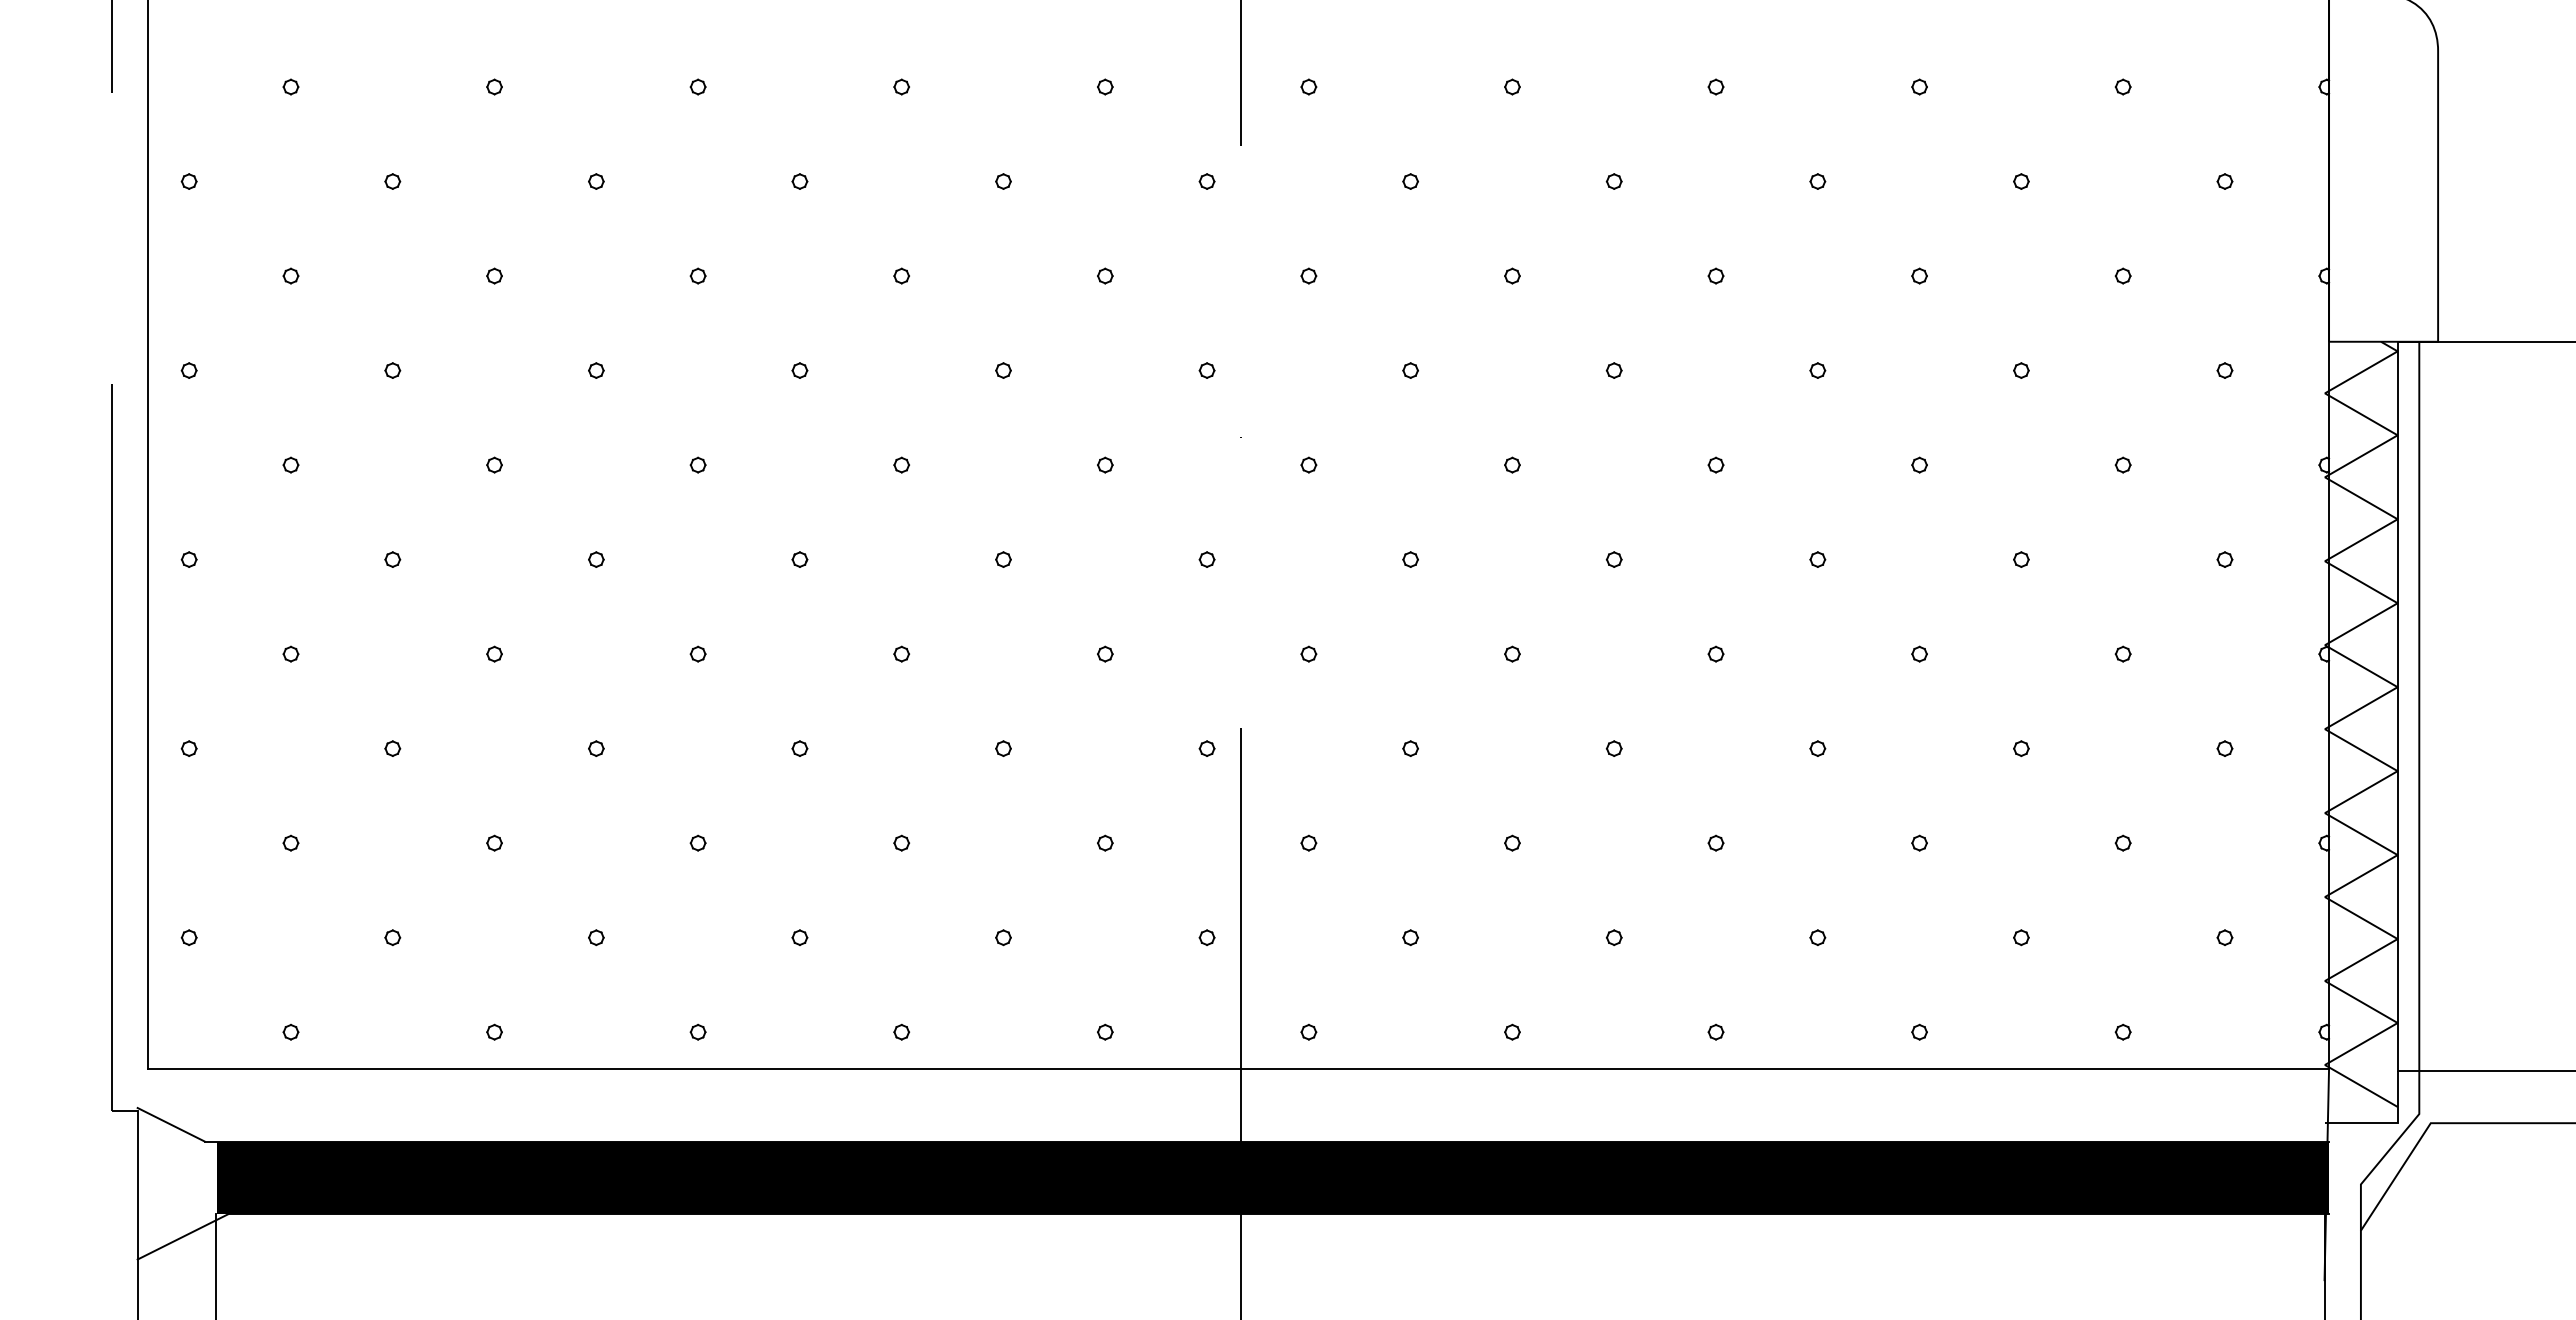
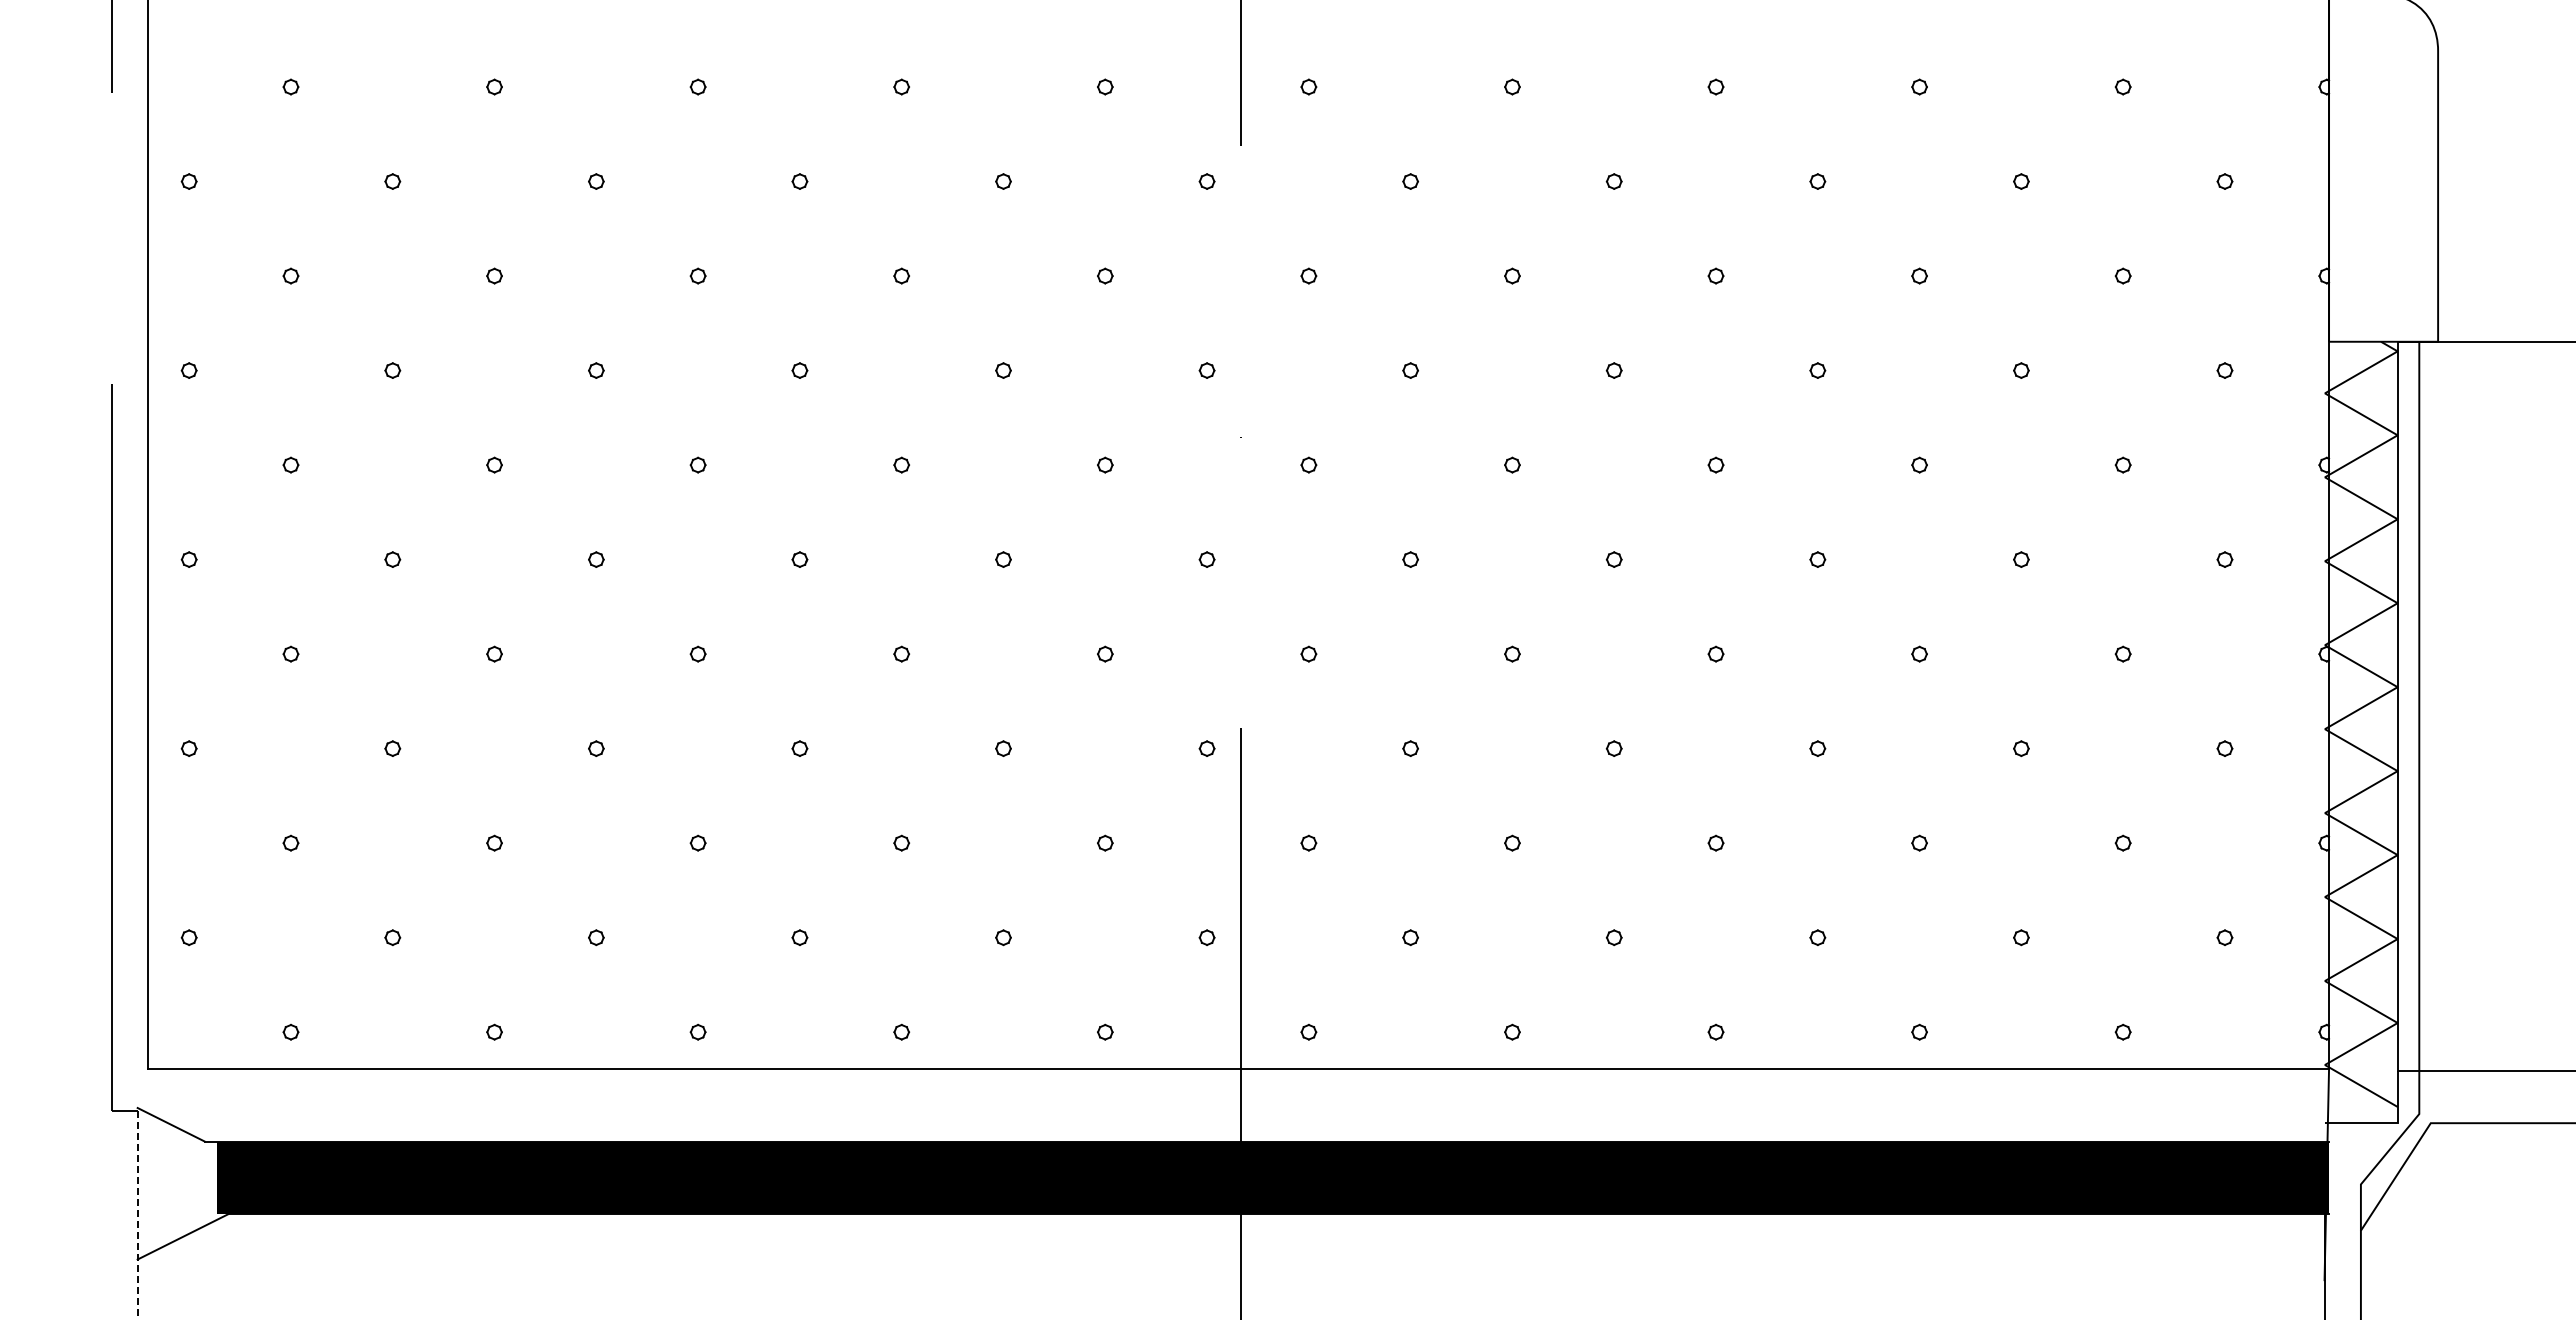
line at (137, 1215): solid -> dashed
line at (216, 1265): present -> none
